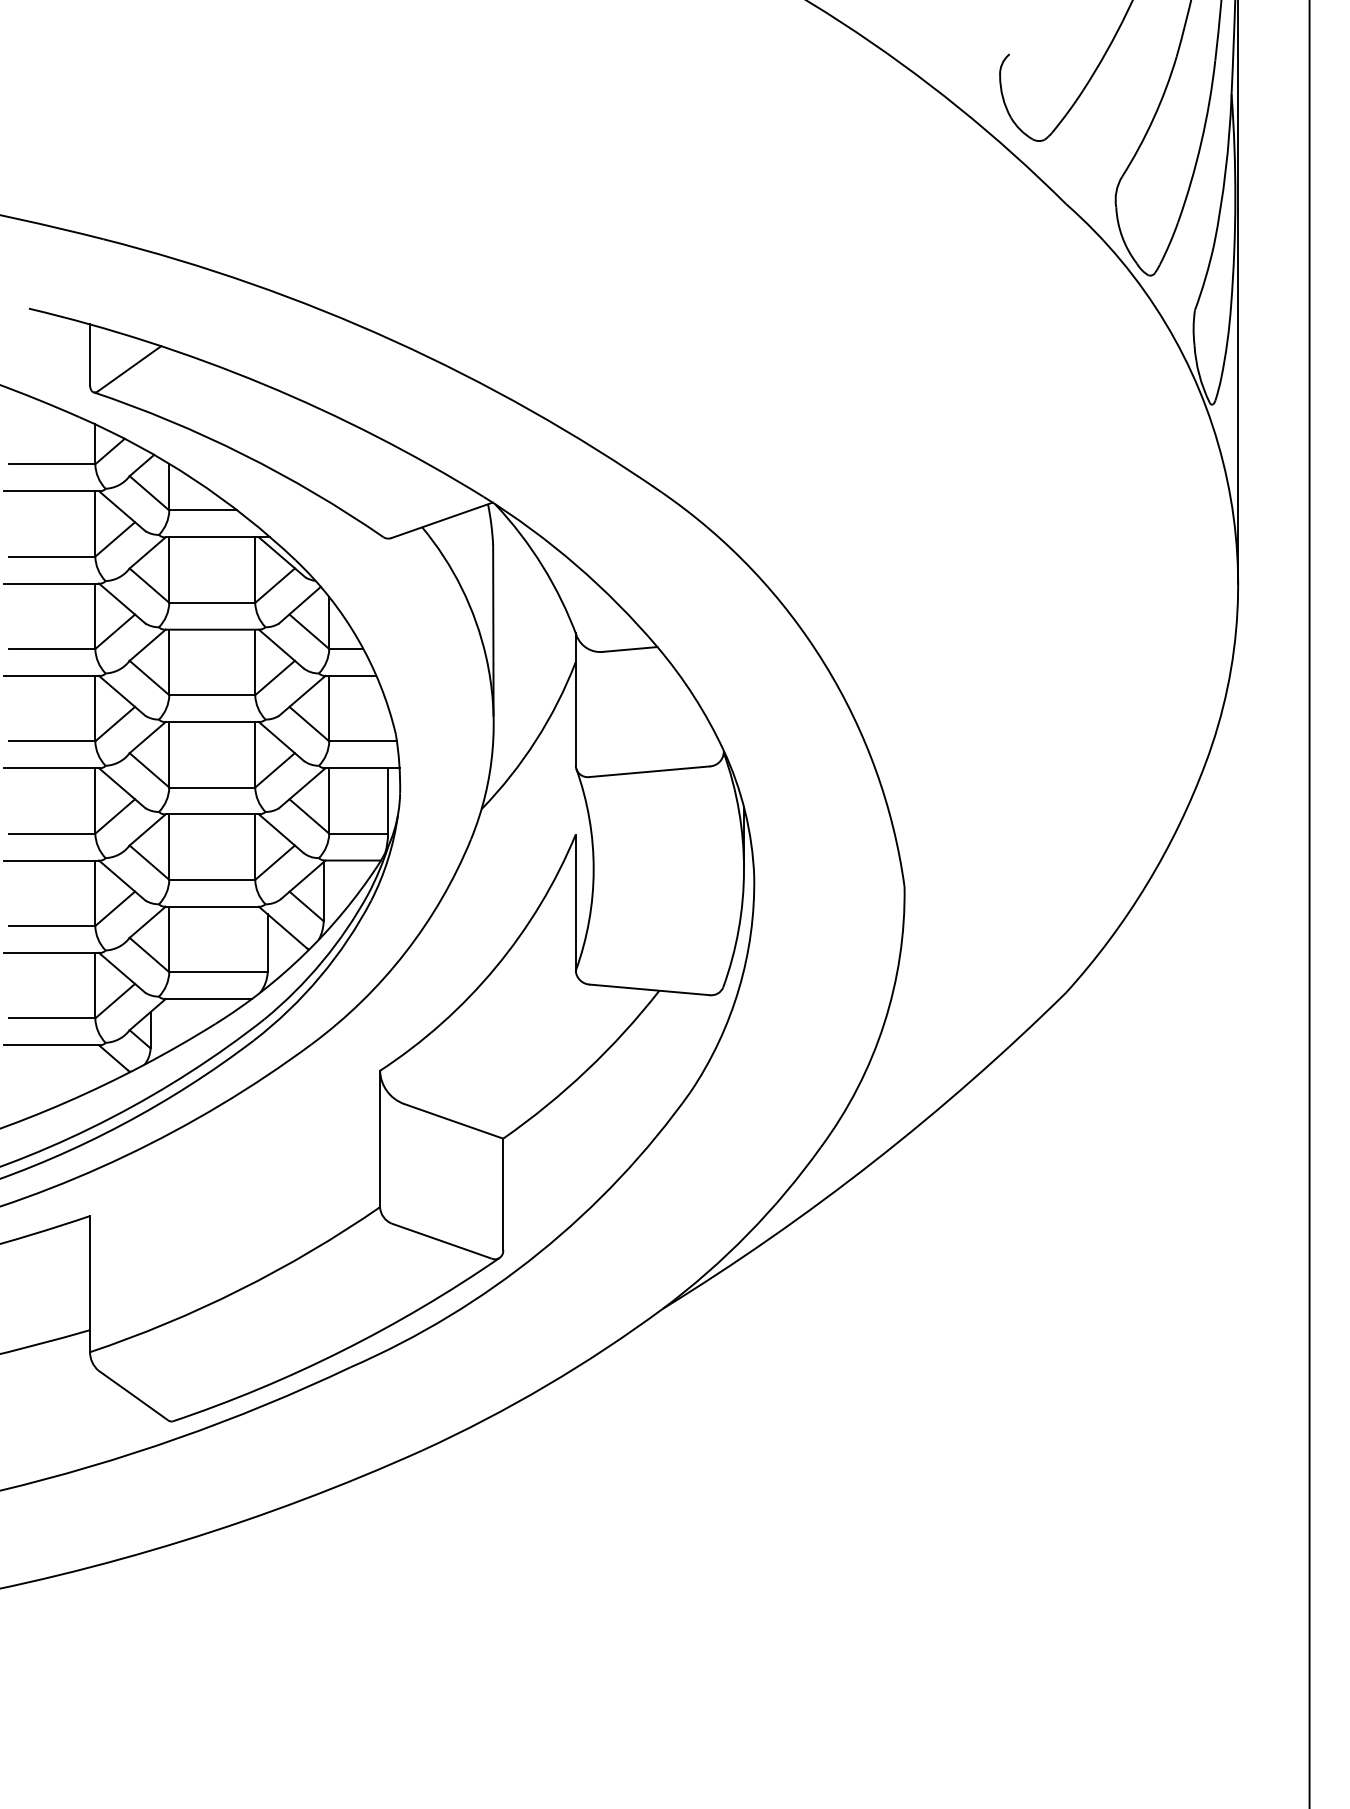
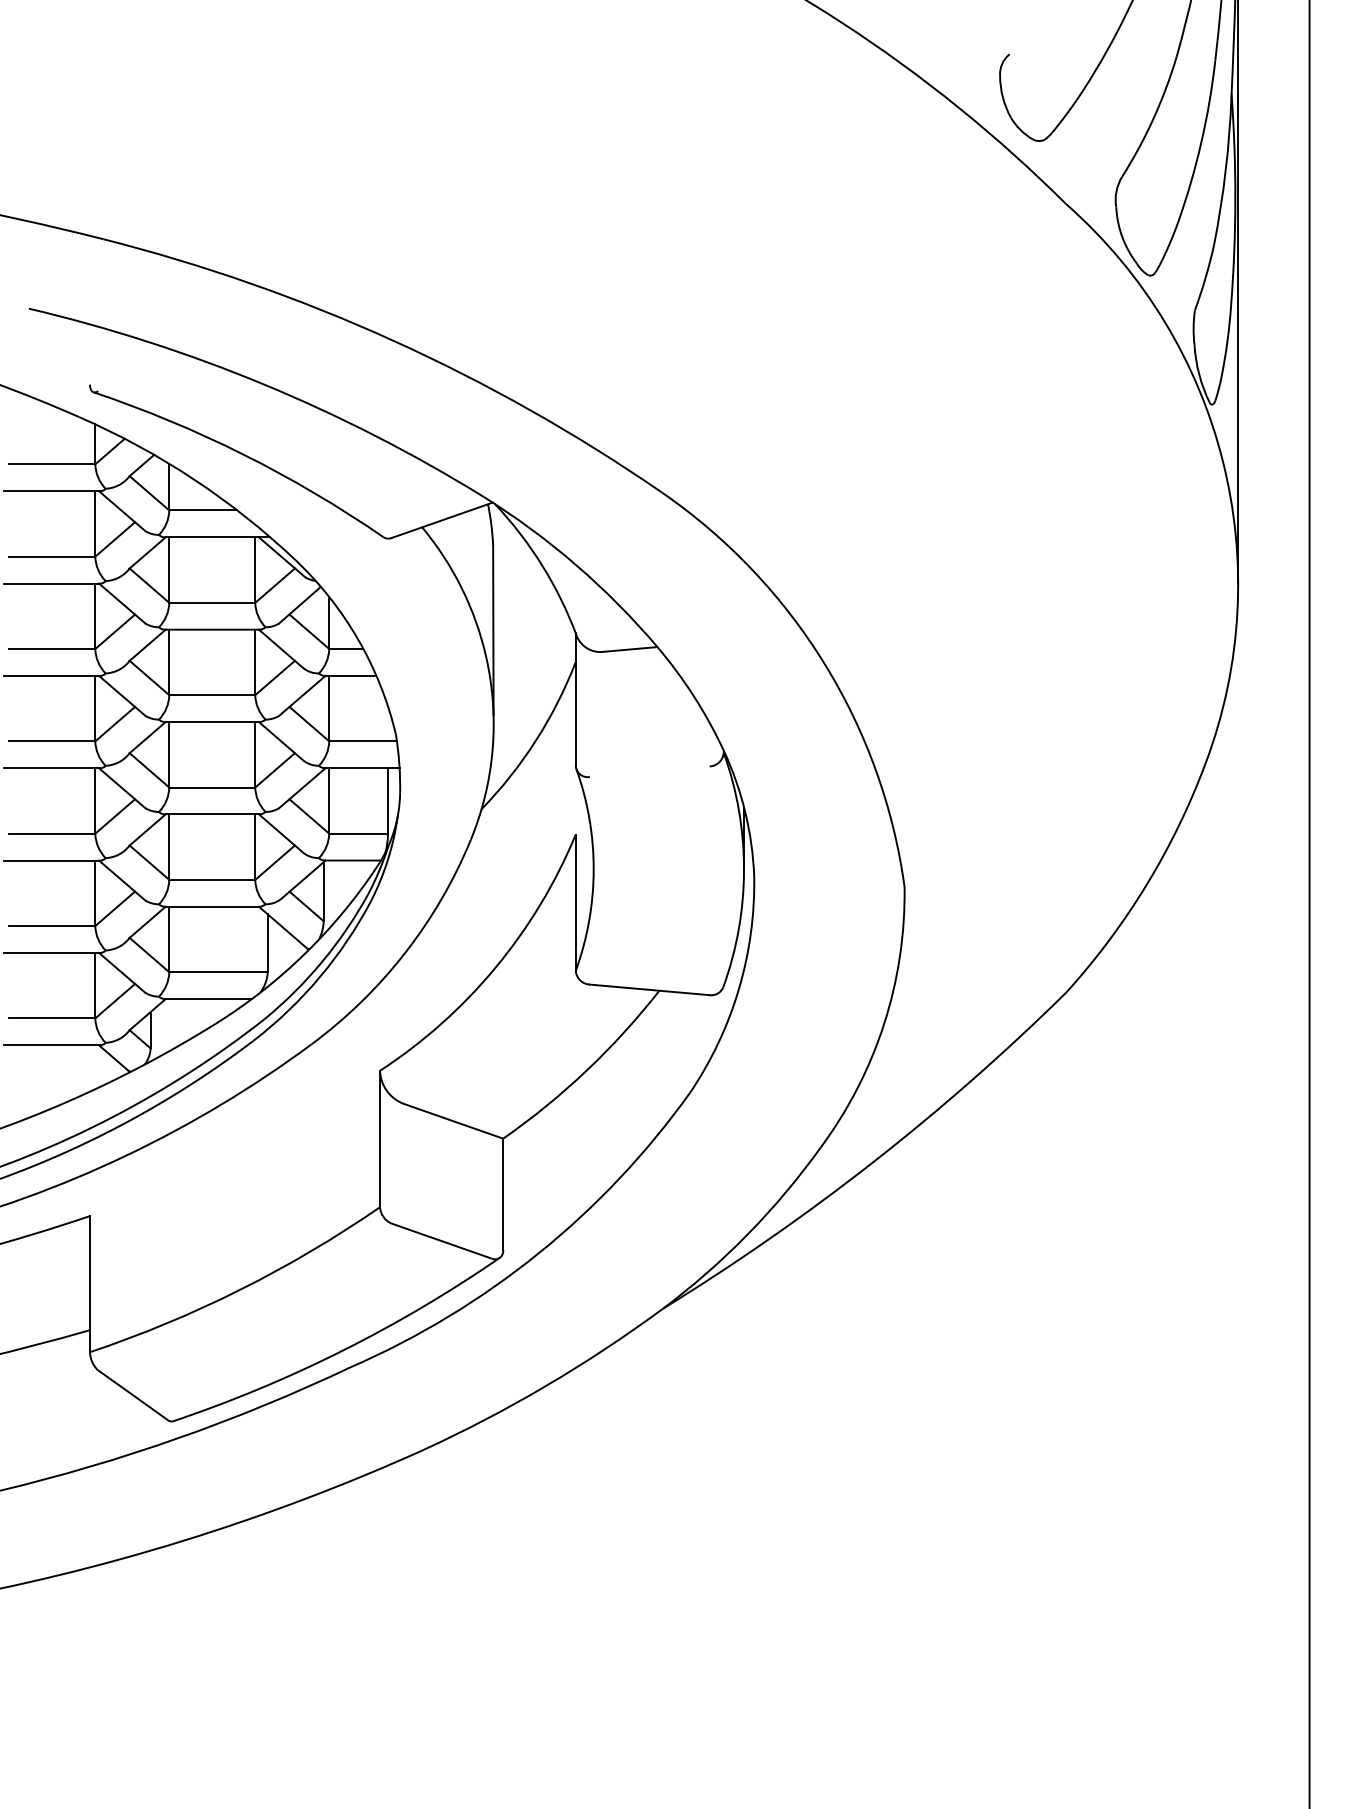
line at (90, 354): present -> none
line at (129, 368): present -> none
line at (649, 771): present -> none
